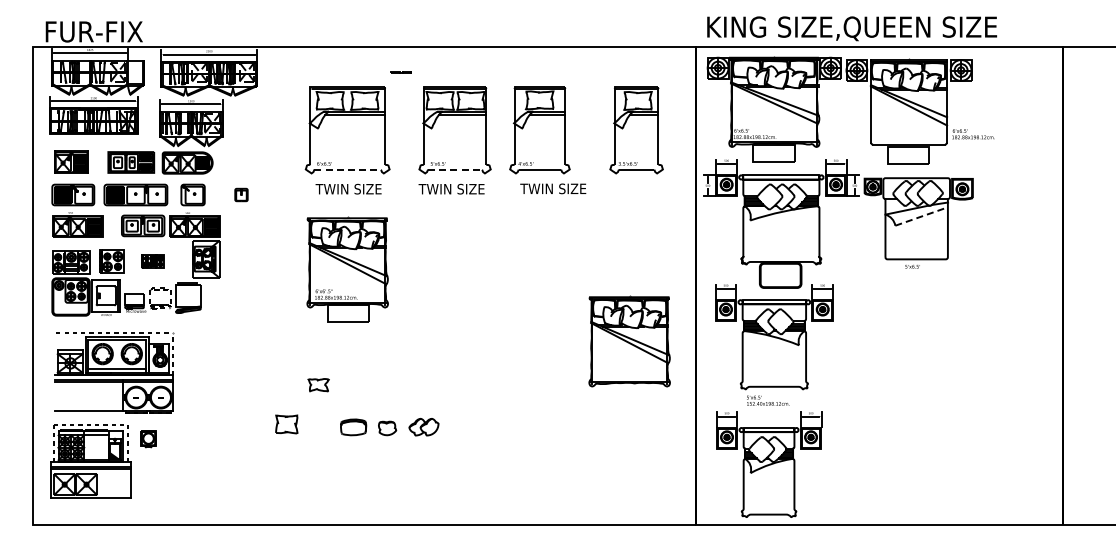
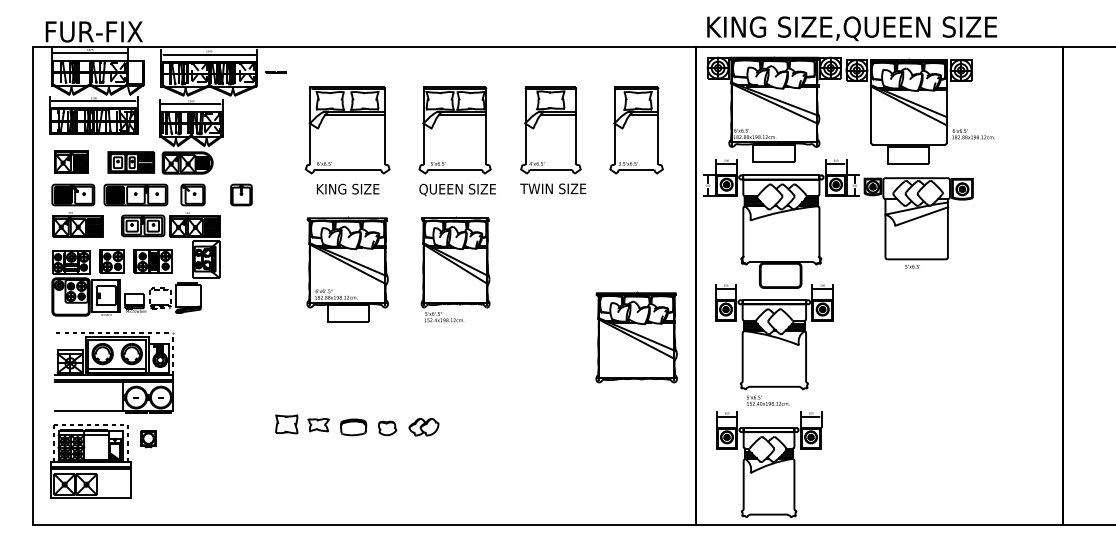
line at (400, 72) position: (400, 72) -> (275, 72)
part at (539, 130) position: (539, 130) -> (550, 130)
line at (348, 169): dashed -> solid
line at (455, 169): dashed -> solid
text at (348, 188): TWIN SIZE -> KING SIZE
text at (456, 189): TWIN SIZE -> QUEEN SIZE
part at (241, 194) size: 15x16 px -> 23x24 px
line at (921, 216): dashed -> solid
part at (152, 261) size: 24x15 px -> 40x25 px
part at (455, 269): none -> present
part at (629, 341) position: (629, 341) -> (636, 337)
part at (318, 385) position: (318, 385) -> (318, 425)
